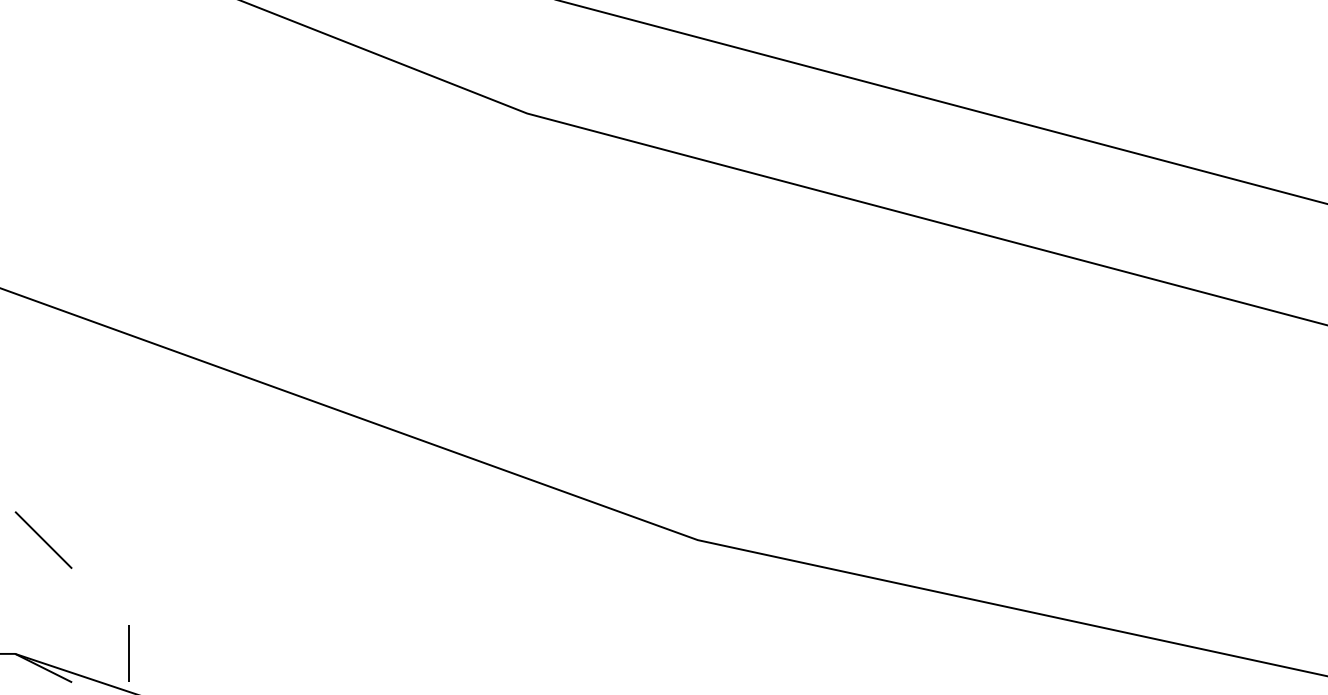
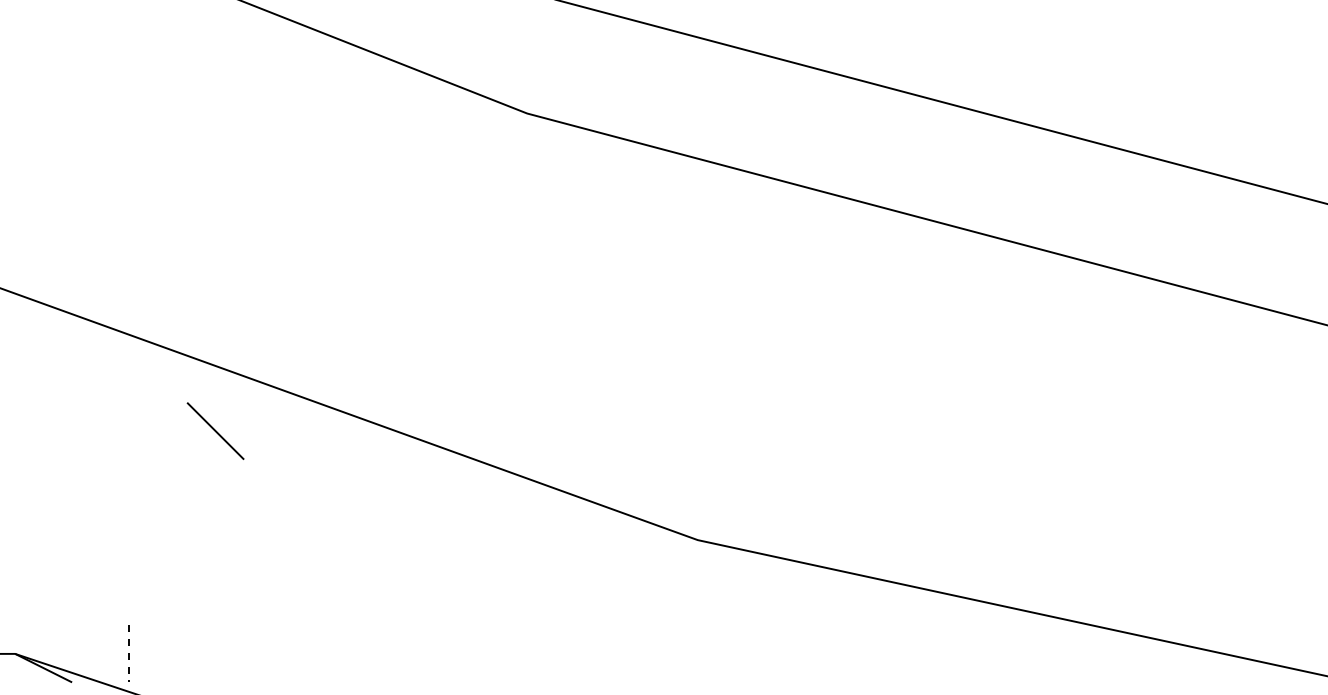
line at (43, 539) position: (43, 539) -> (215, 430)
line at (128, 654): solid -> dashed
